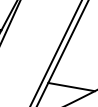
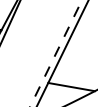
line at (55, 53): solid -> dashed
